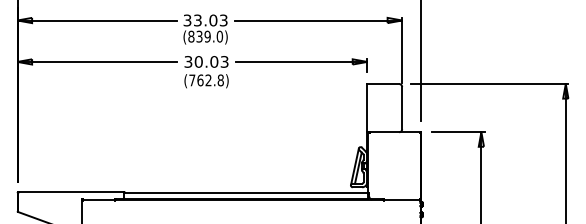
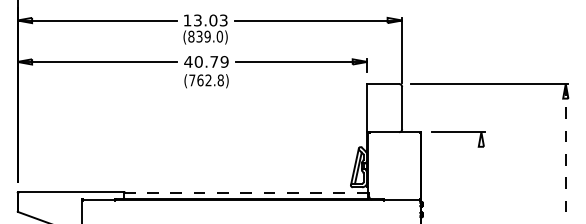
text at (187, 20): 33.03 -> 13.03
text at (206, 61): 30.03 -> 40.79
line at (421, 61): present -> none
line at (565, 153): solid -> dashed
line at (481, 176): present -> none
line at (245, 193): solid -> dashed
